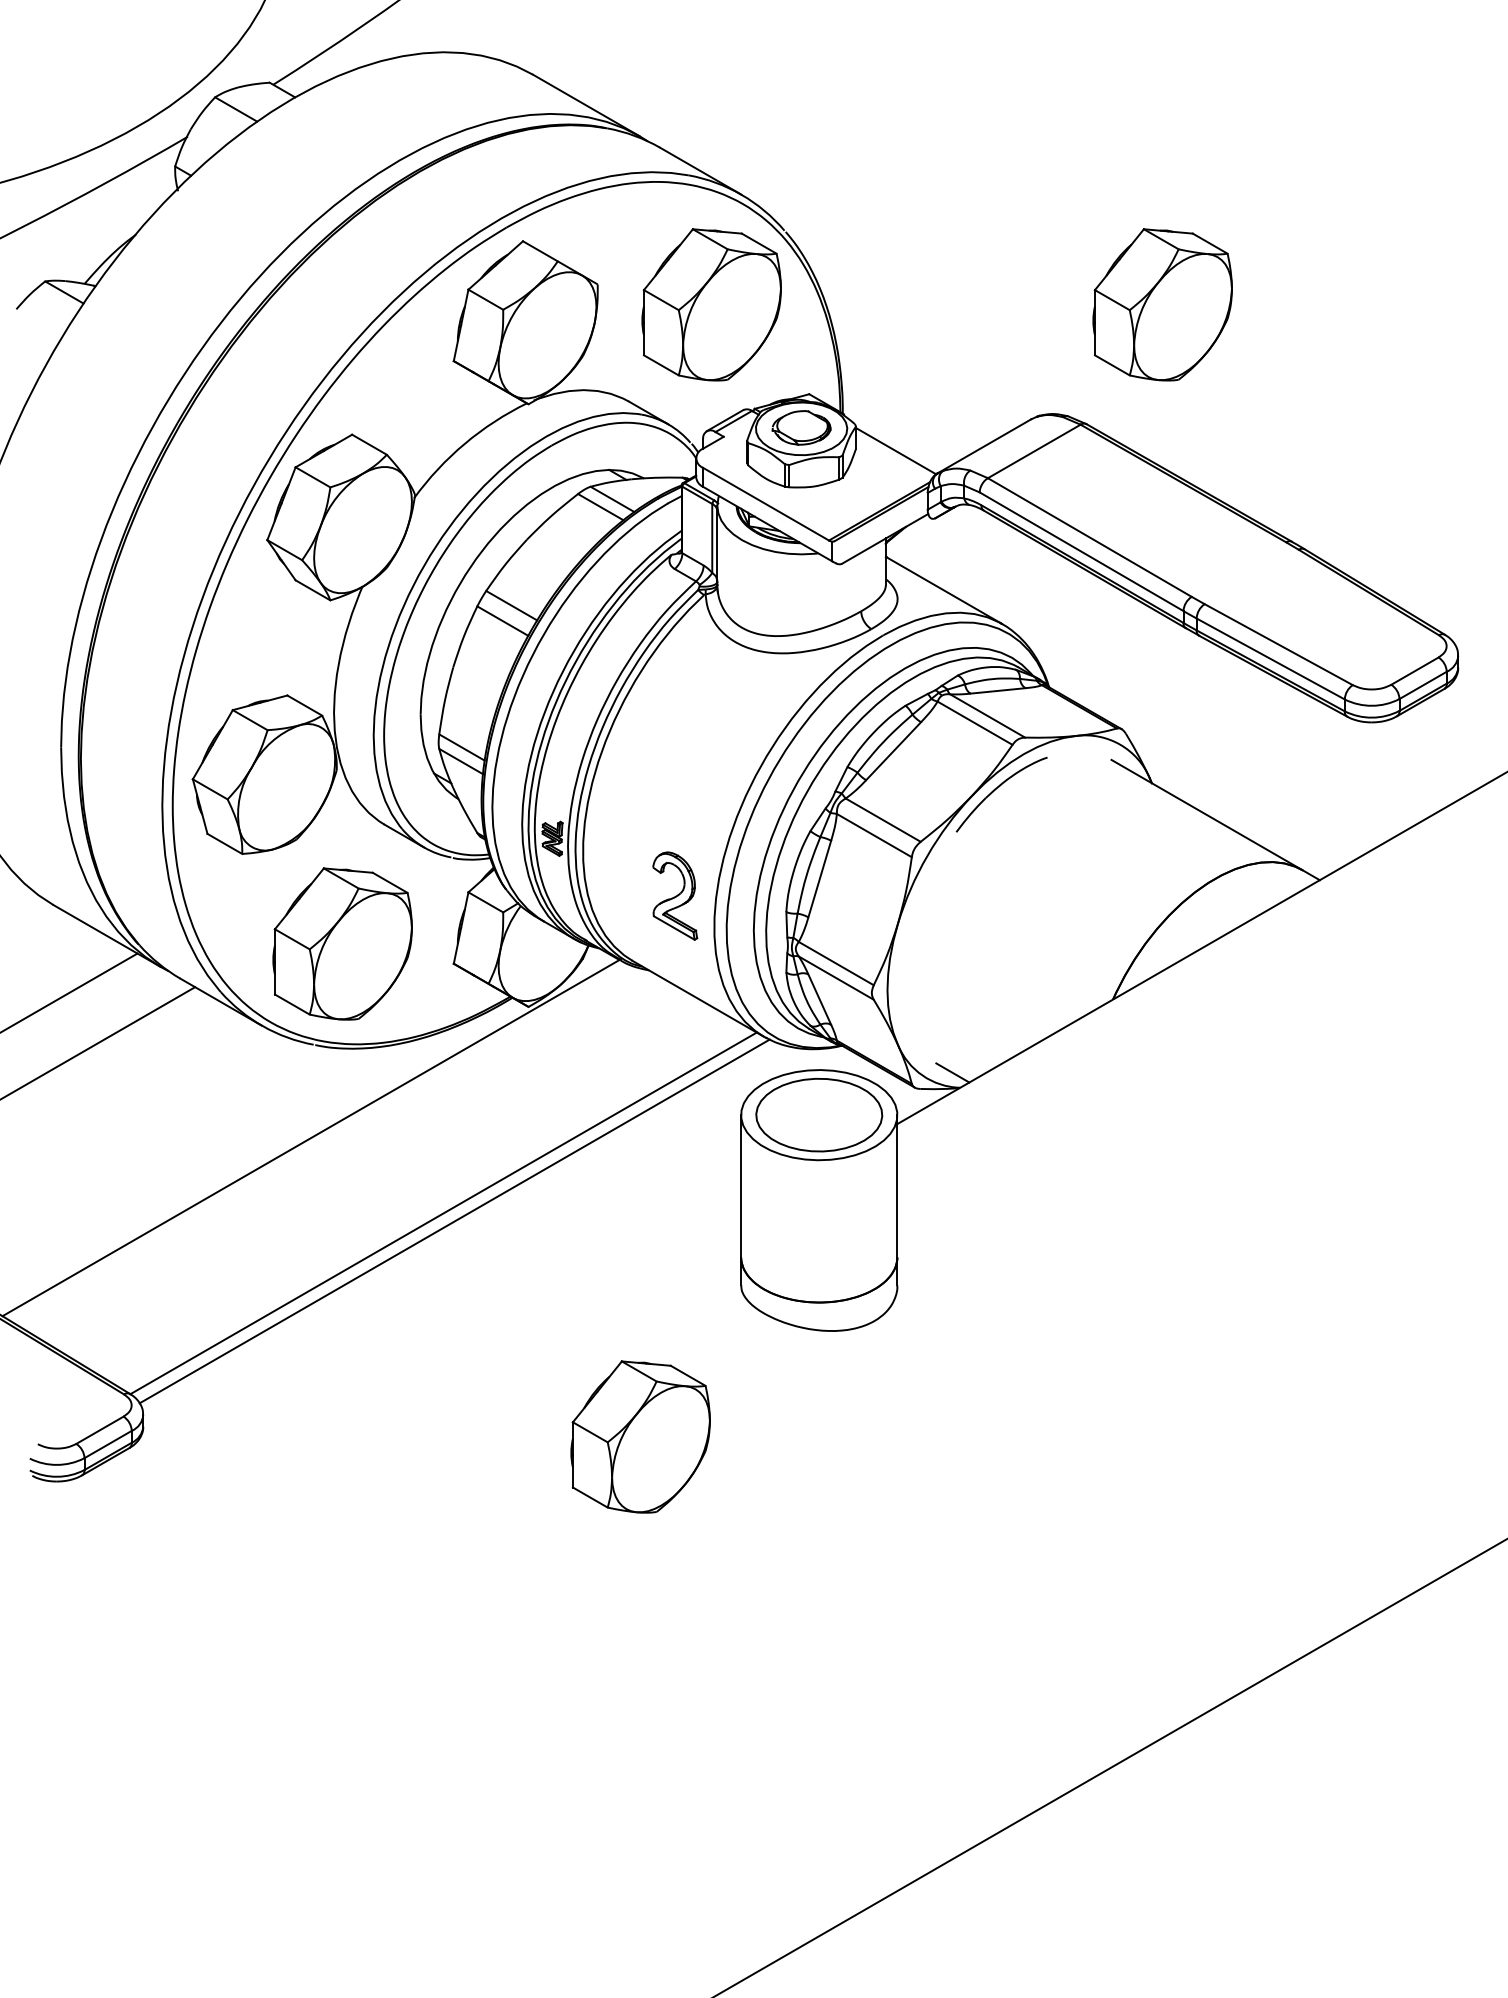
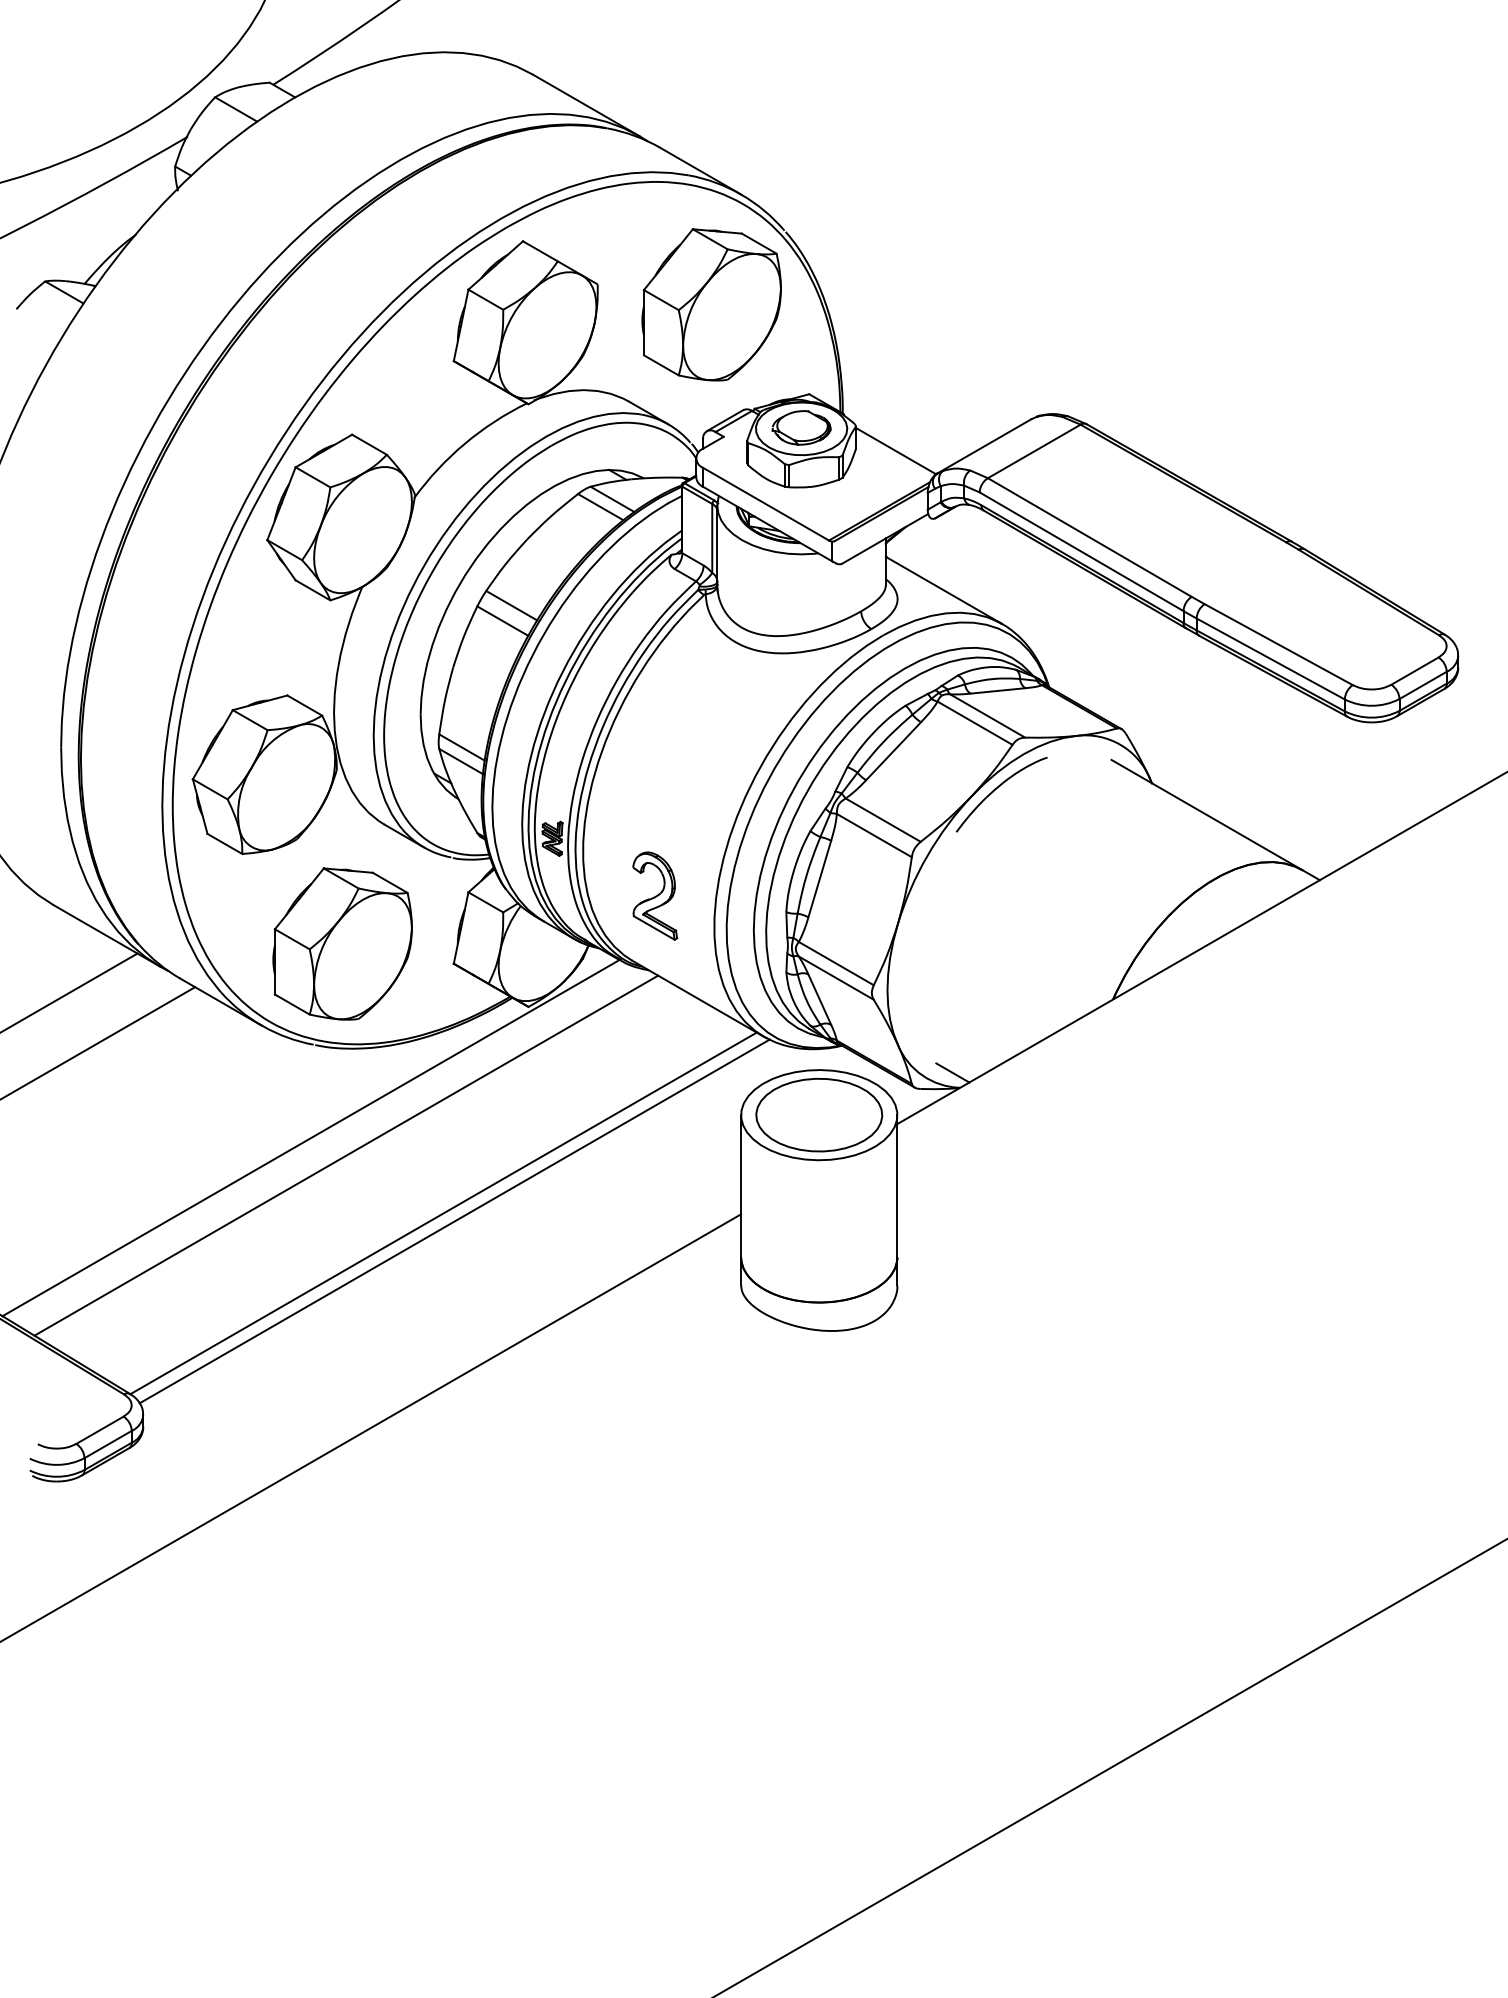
part at (1162, 304): present -> none
part at (675, 895) position: (675, 895) -> (655, 895)
line at (346, 1155): none -> present
line at (371, 1427): none -> present
part at (640, 1436): present -> none
